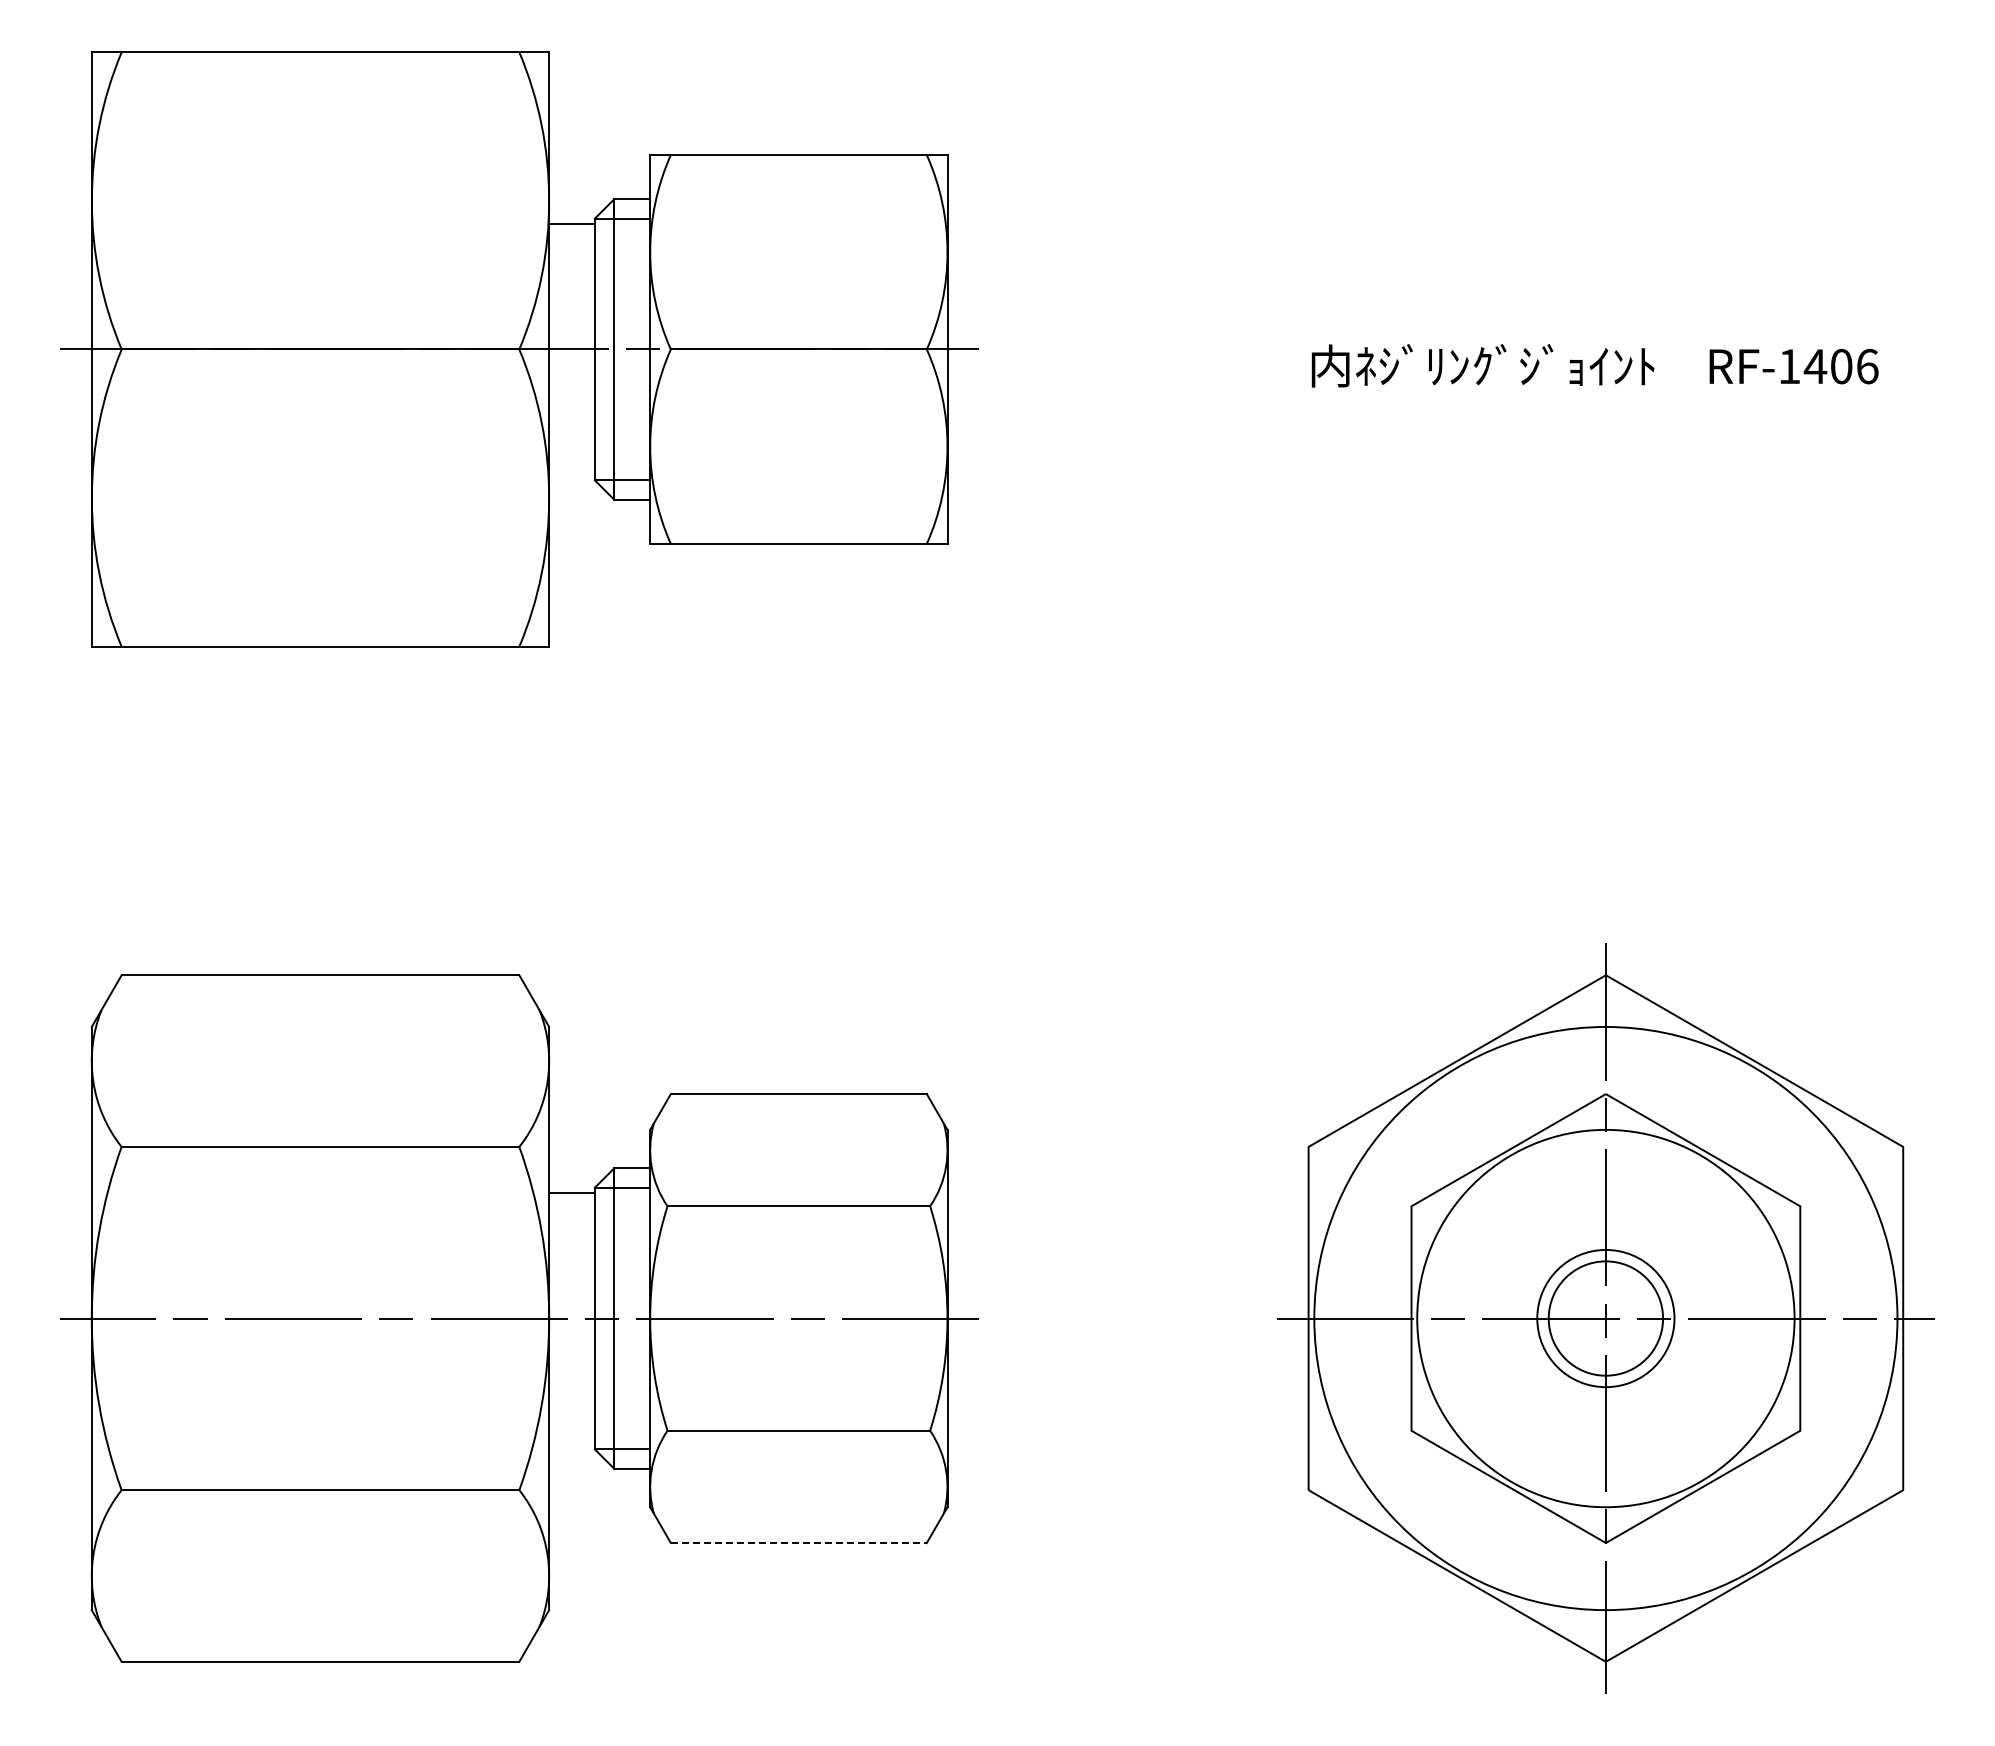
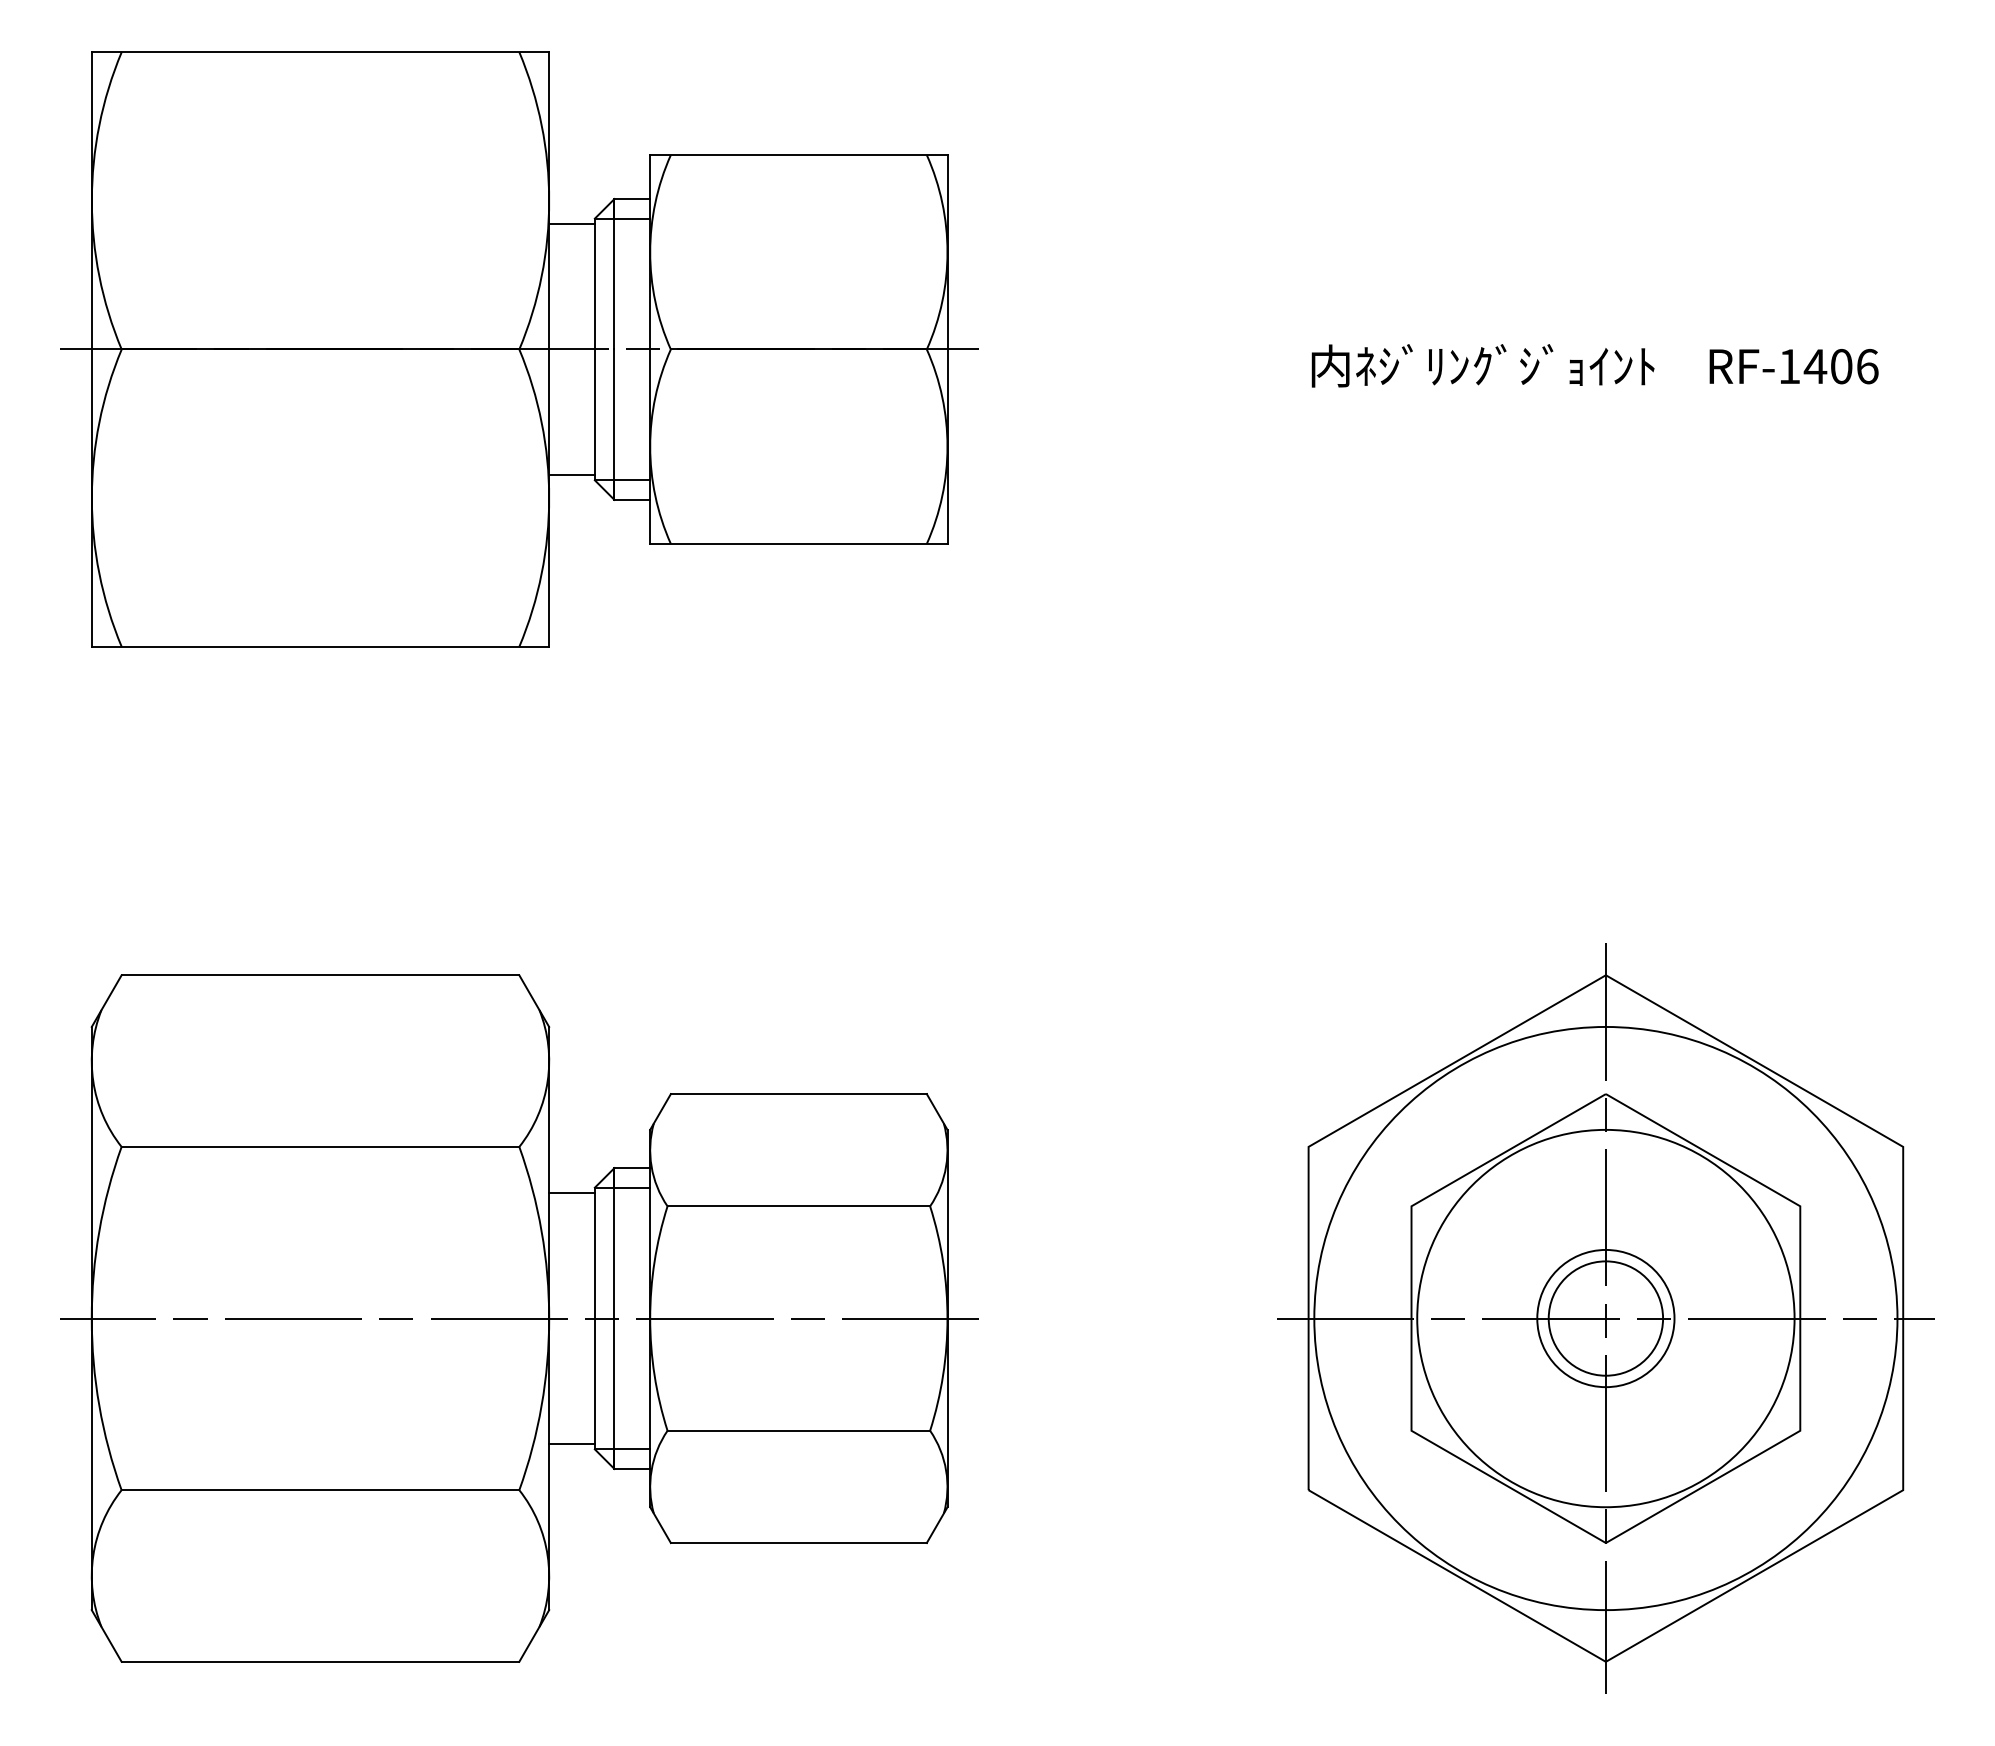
line at (571, 475): none -> present
line at (571, 1444): none -> present
line at (798, 1543): dashed -> solid
